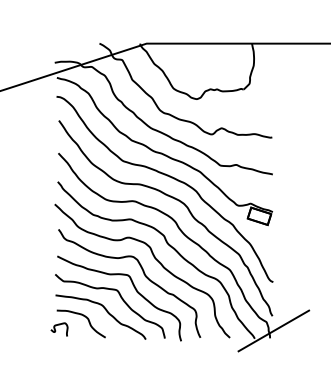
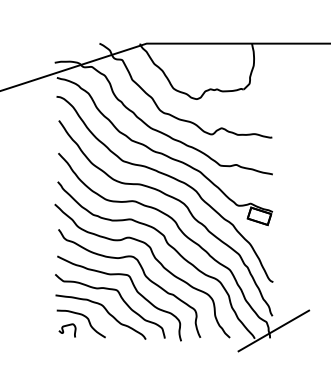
curve at (56, 330) position: (56, 330) -> (64, 331)
